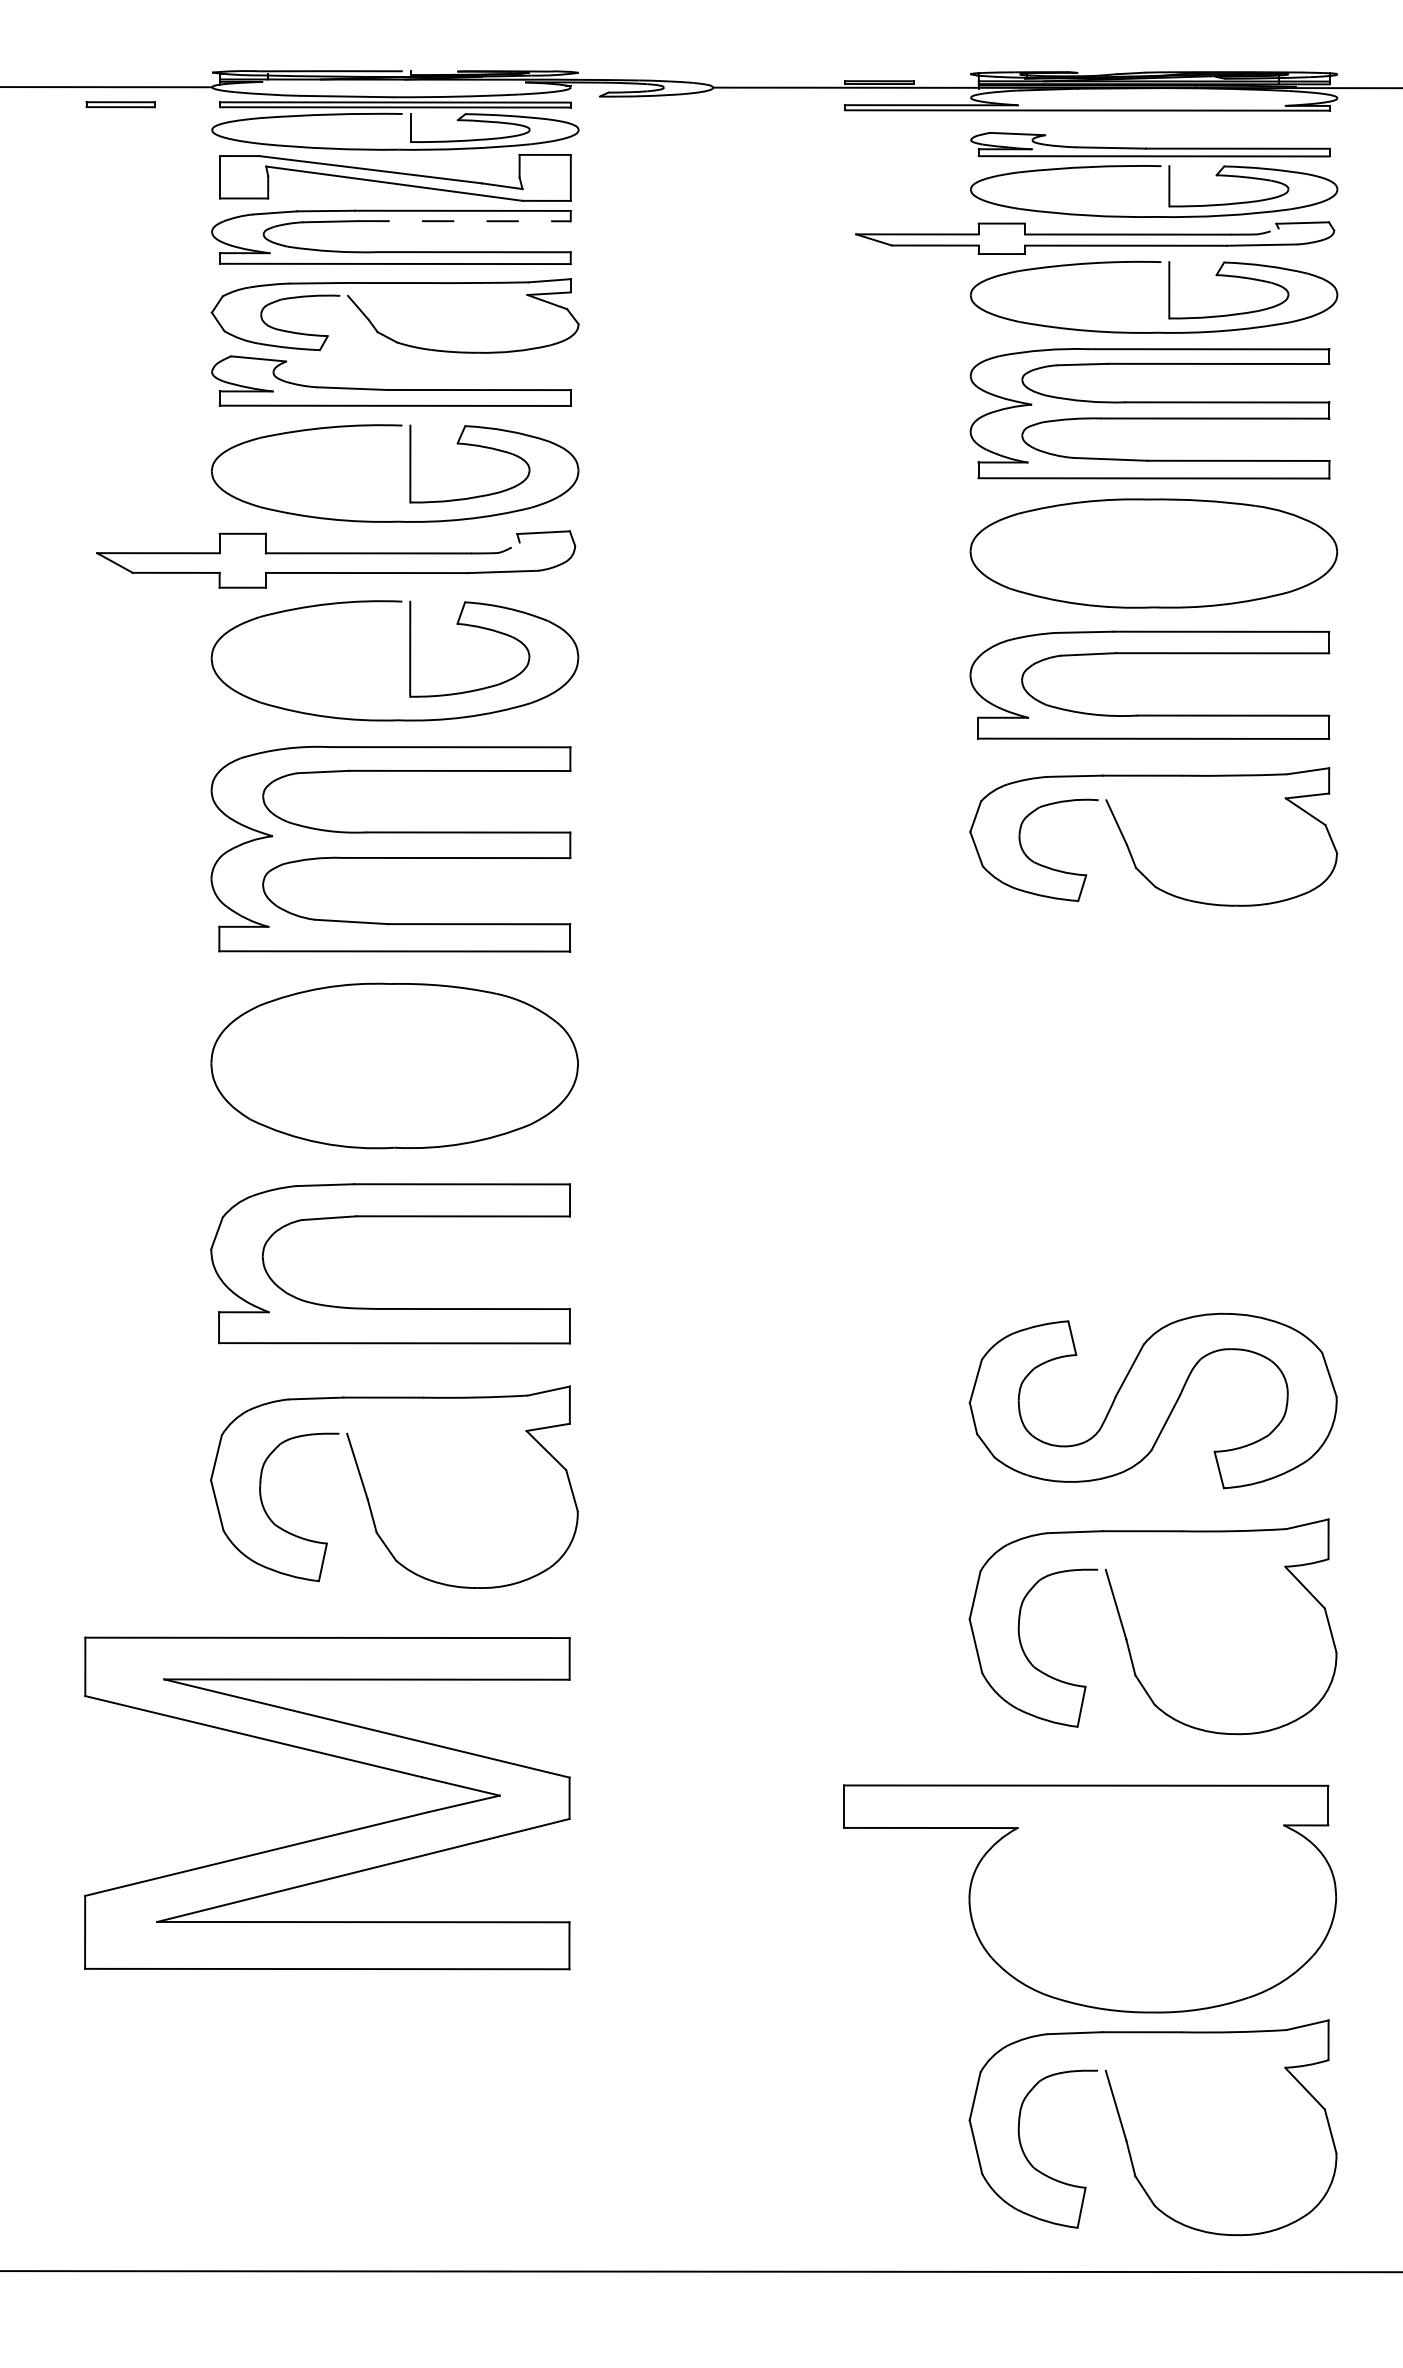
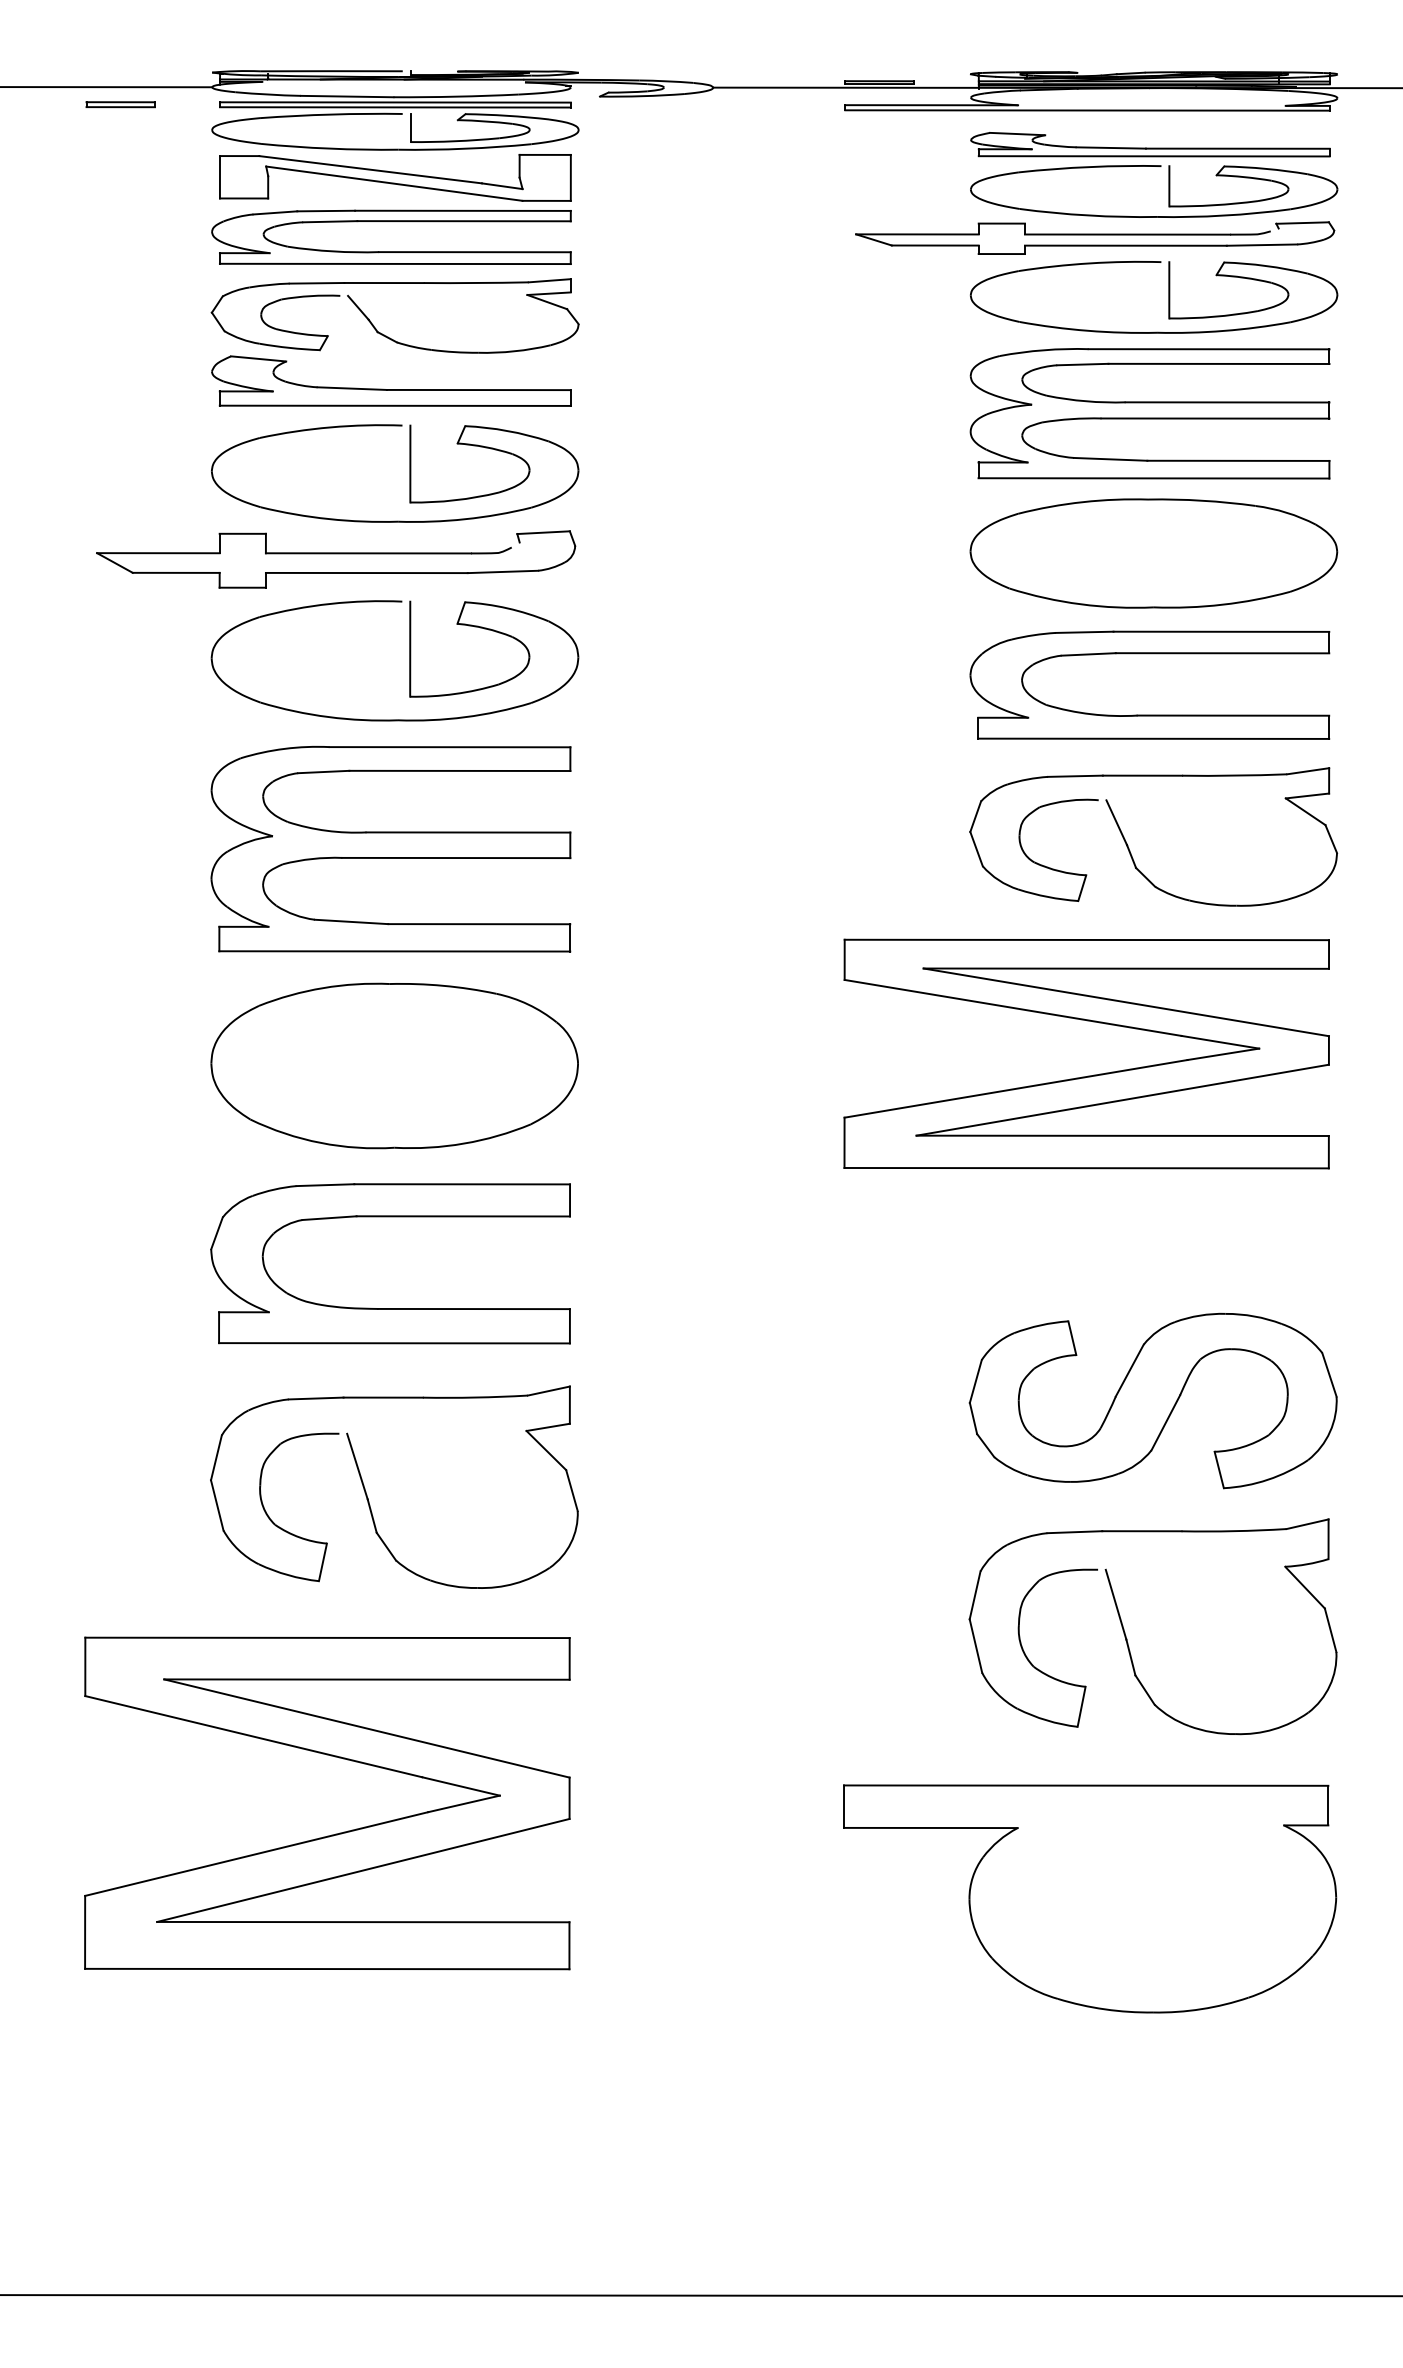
line at (464, 221): dashed -> solid
part at (1087, 1075): none -> present
part at (1126, 2136): present -> none
line at (700, 2271) position: (700, 2271) -> (700, 2295)
